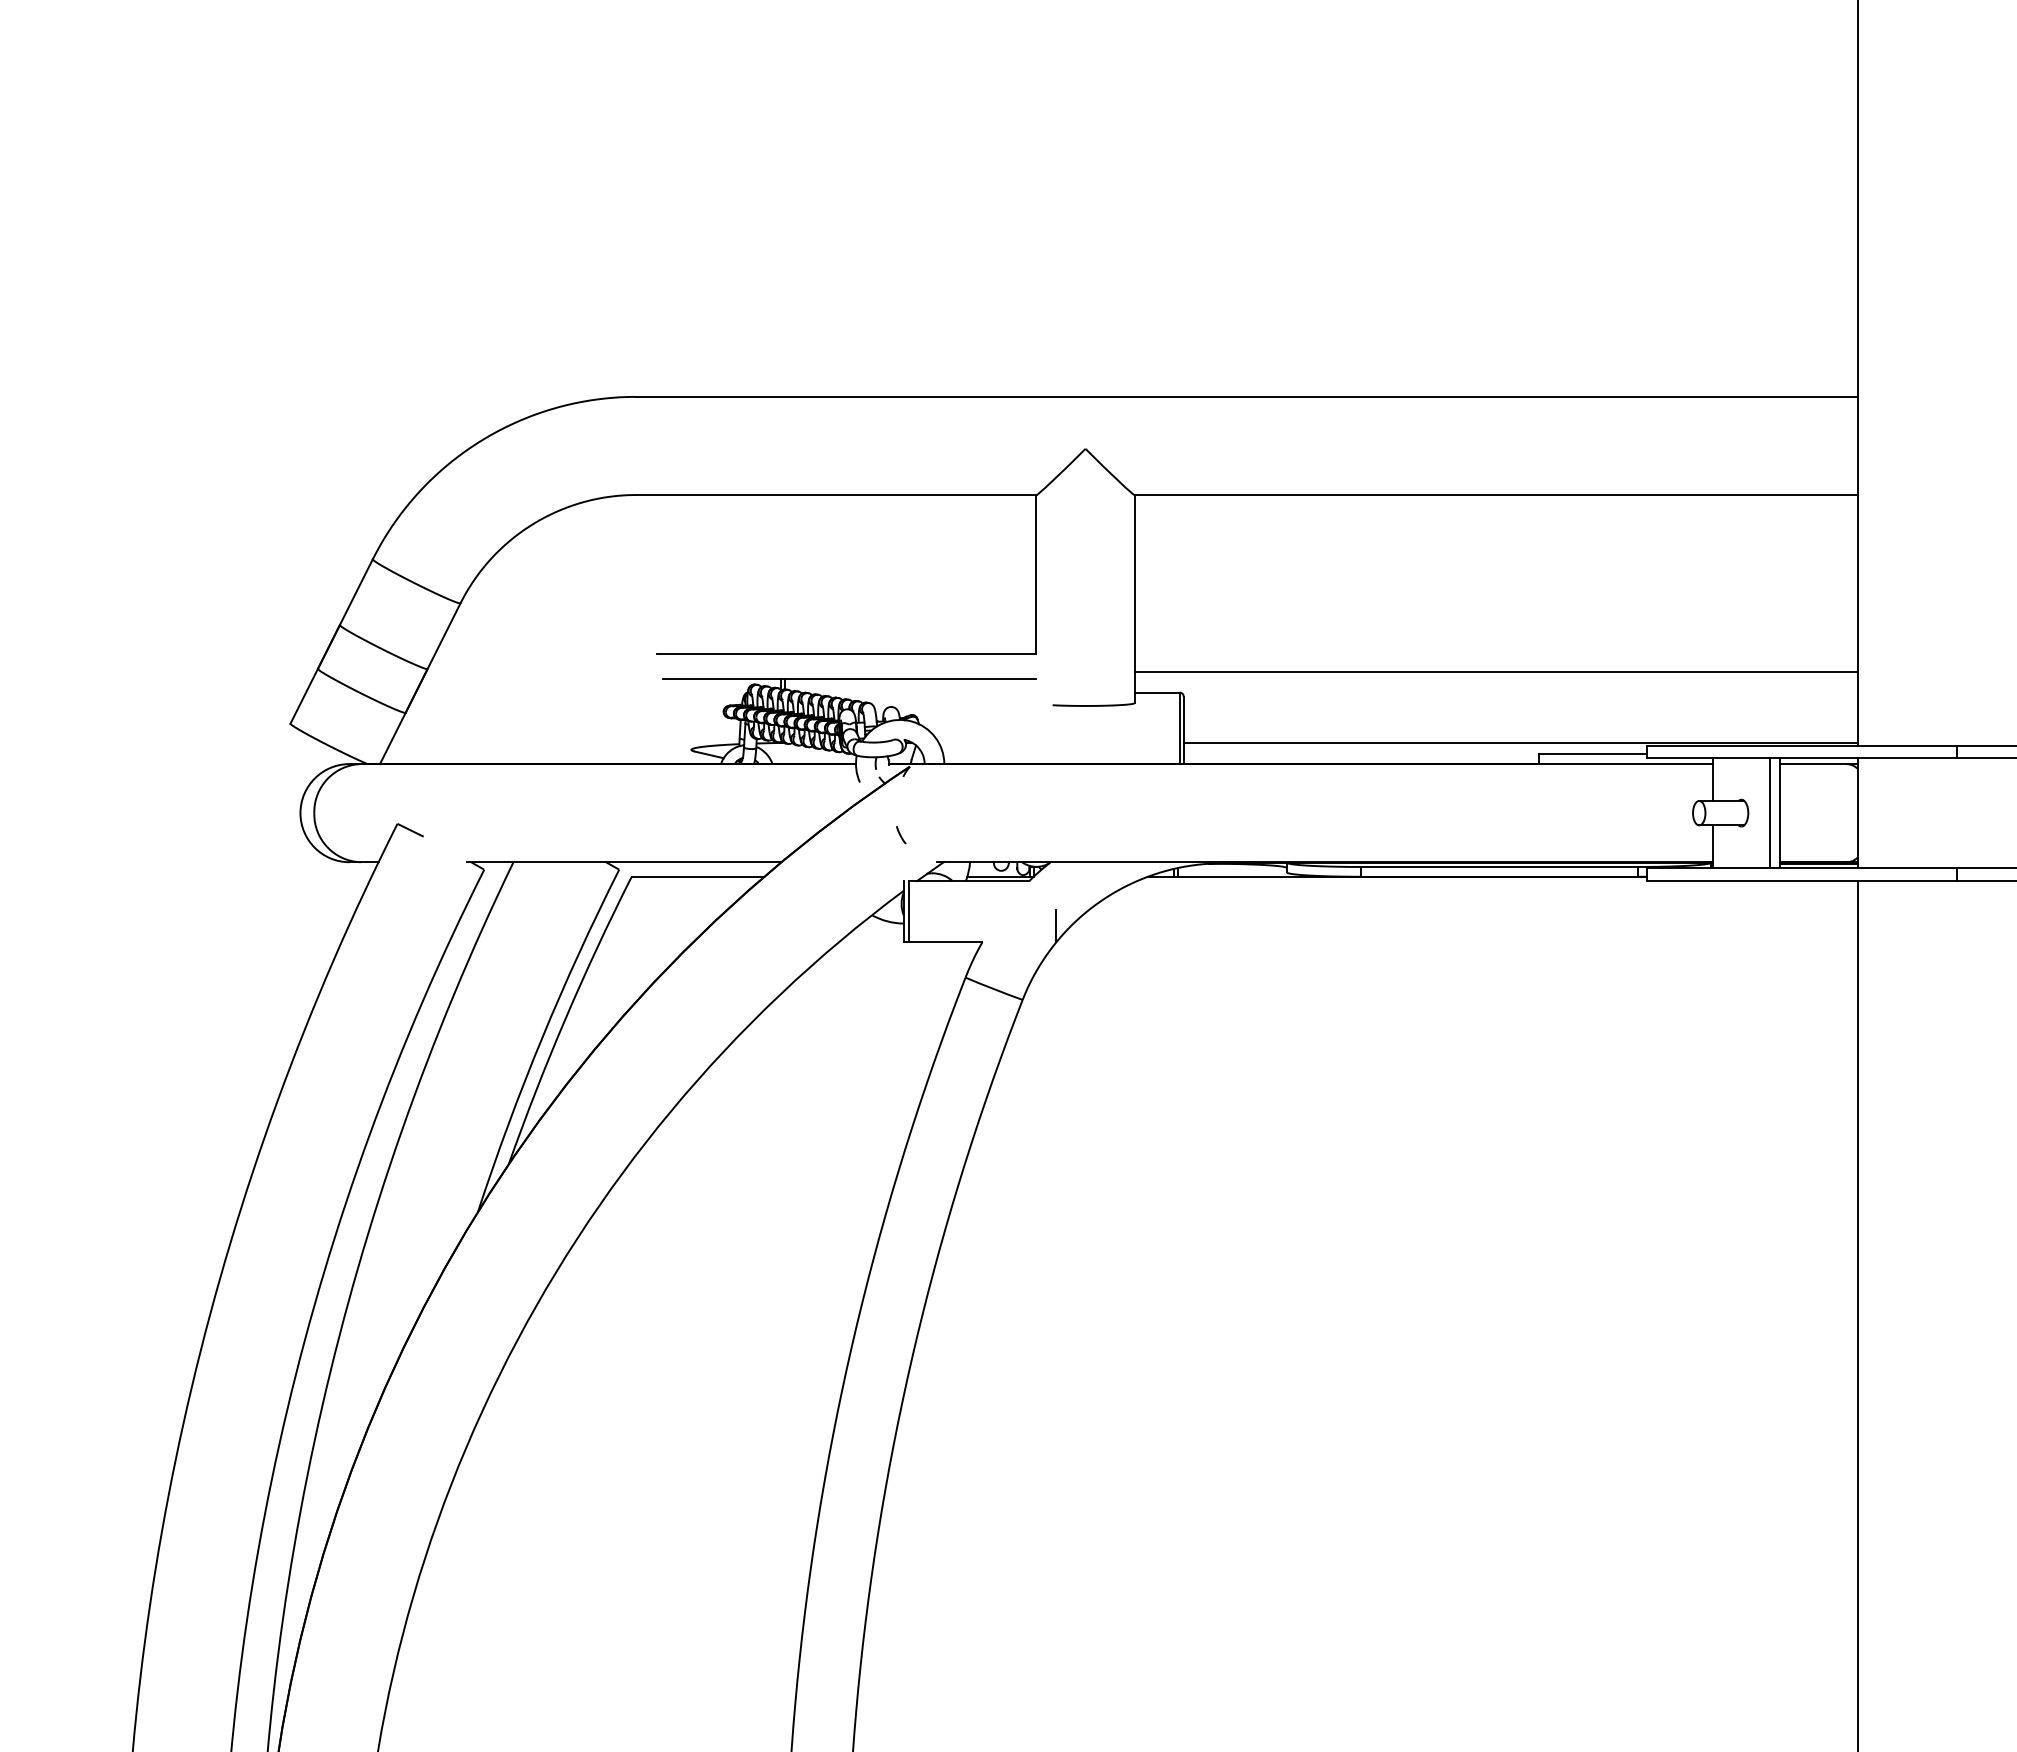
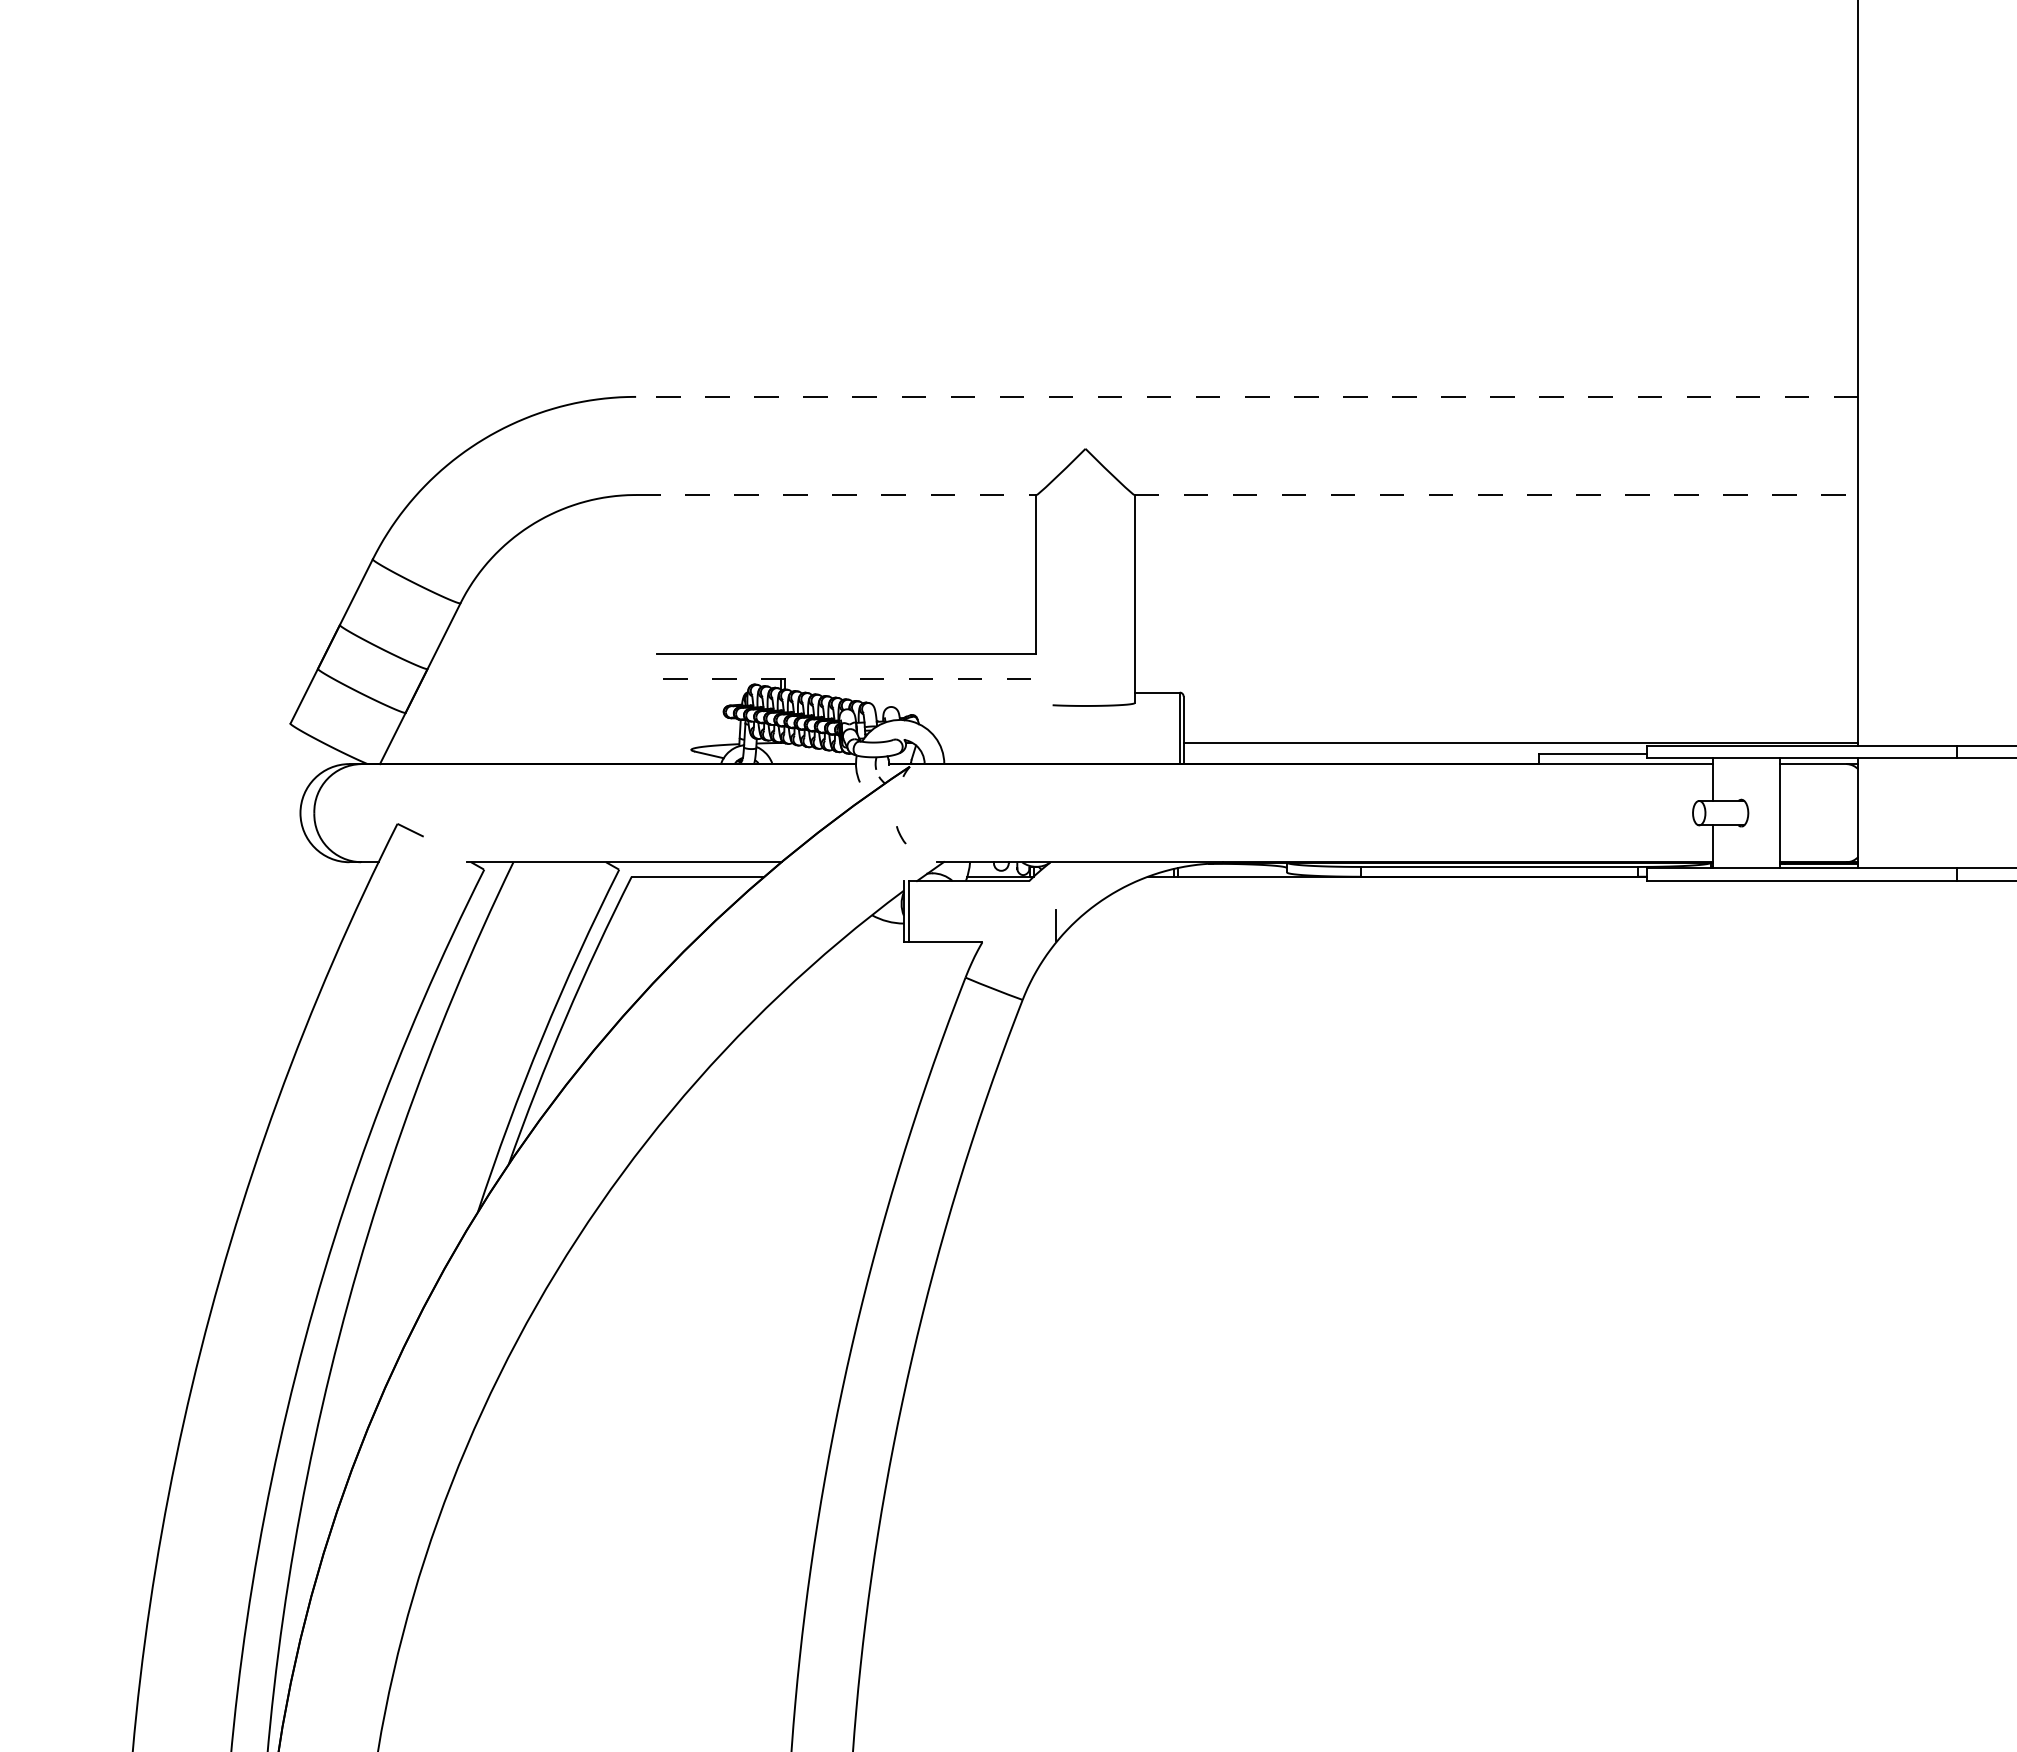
line at (1246, 396): solid -> dashed
line at (836, 495): solid -> dashed
line at (1496, 495): solid -> dashed
line at (1496, 672): present -> none
line at (849, 678): solid -> dashed
line at (1769, 812): present -> none
line at (1858, 1314): present -> none
